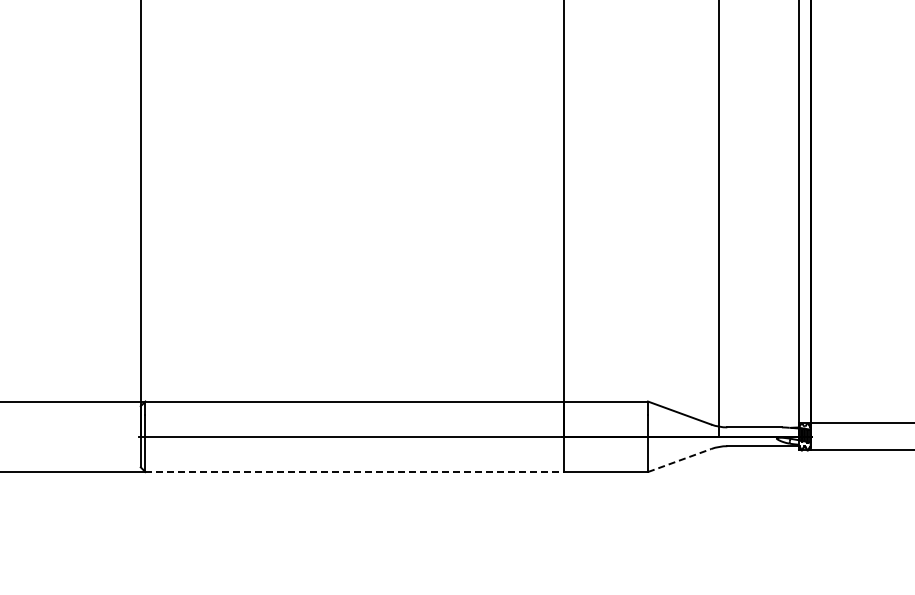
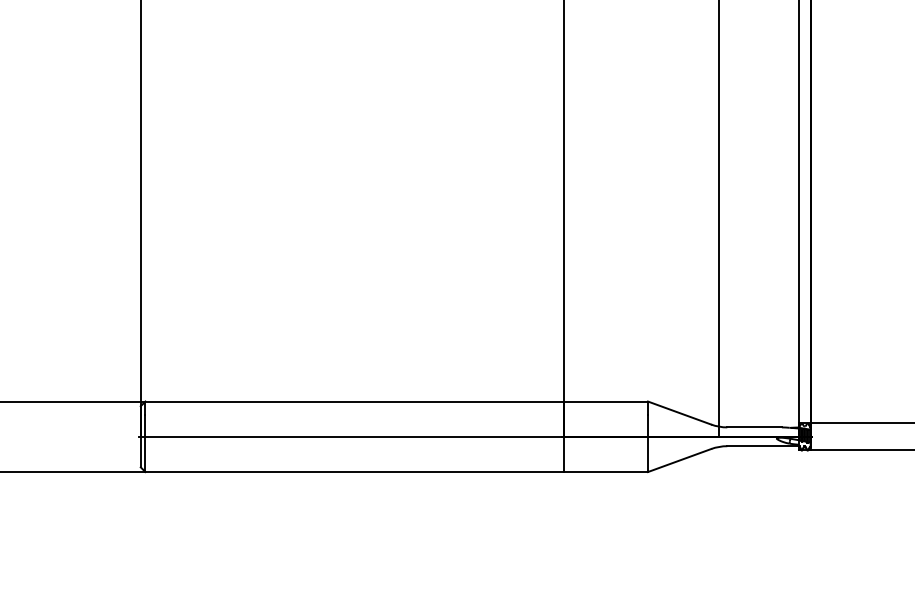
line at (679, 460): dashed -> solid
line at (355, 472): dashed -> solid
